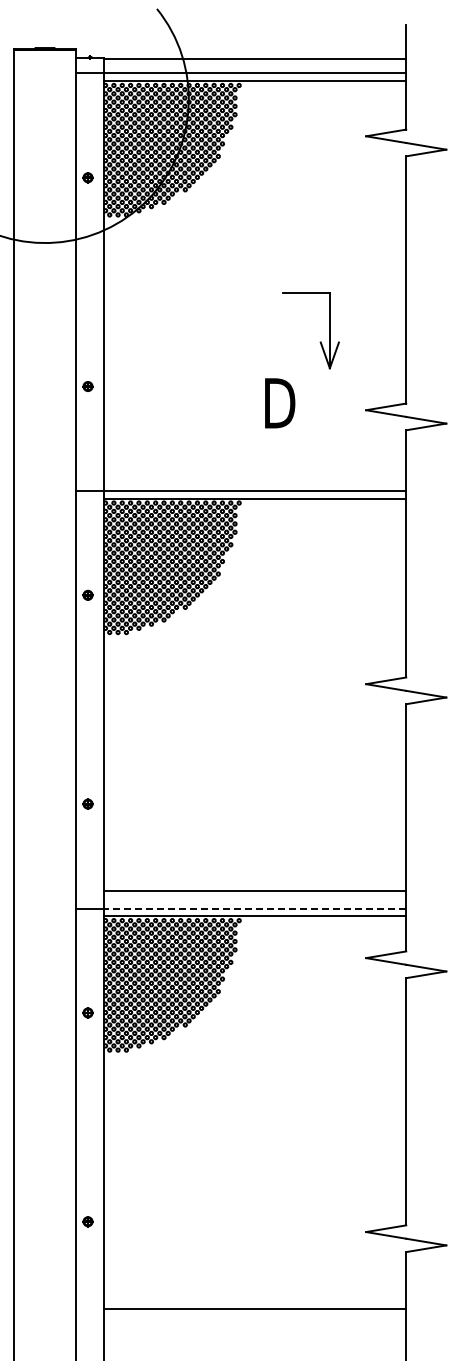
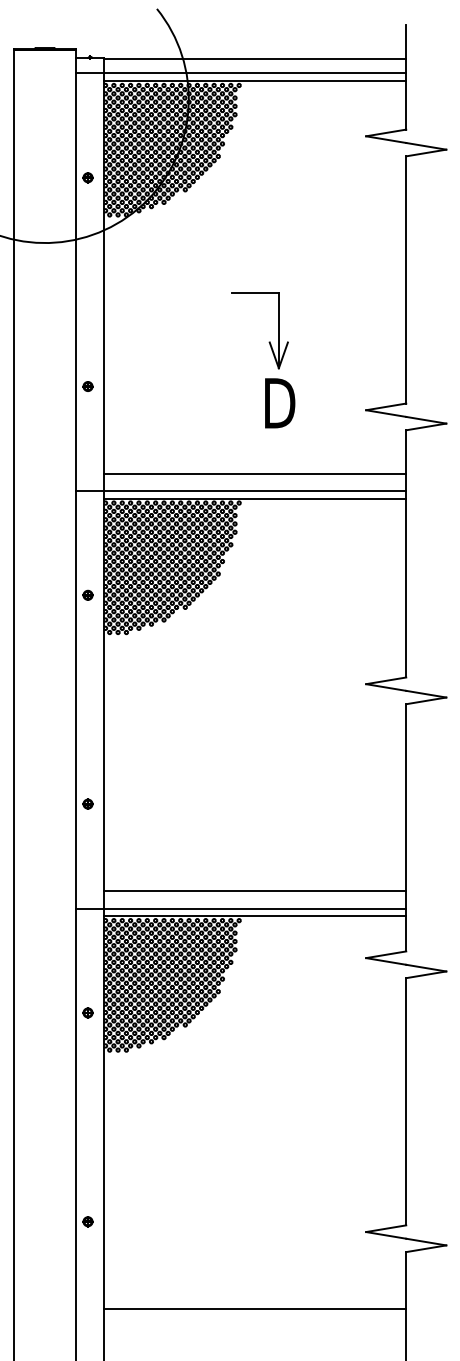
part at (320, 341) position: (320, 341) -> (269, 341)
line at (255, 473): none -> present
line at (255, 908): dashed -> solid
